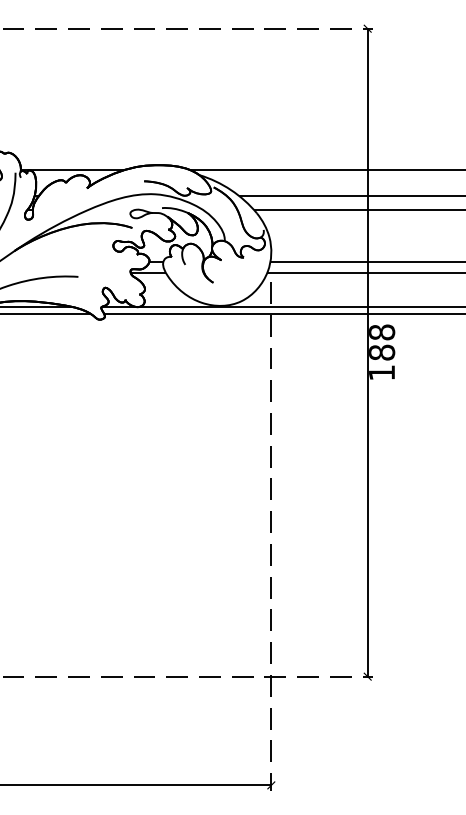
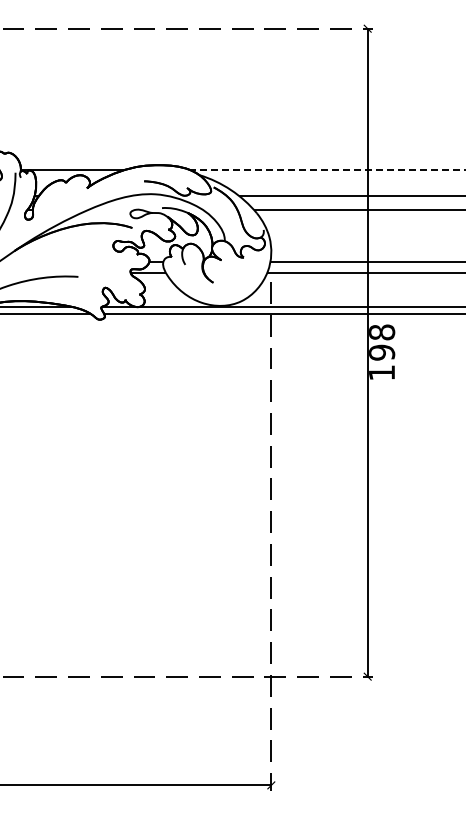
line at (327, 169): solid -> dashed
text at (382, 352): 188 -> 198
